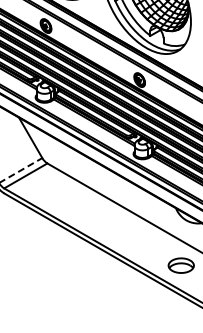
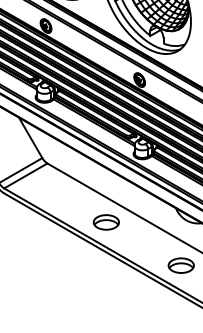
line at (21, 170): dashed -> solid
part at (105, 222): none -> present
